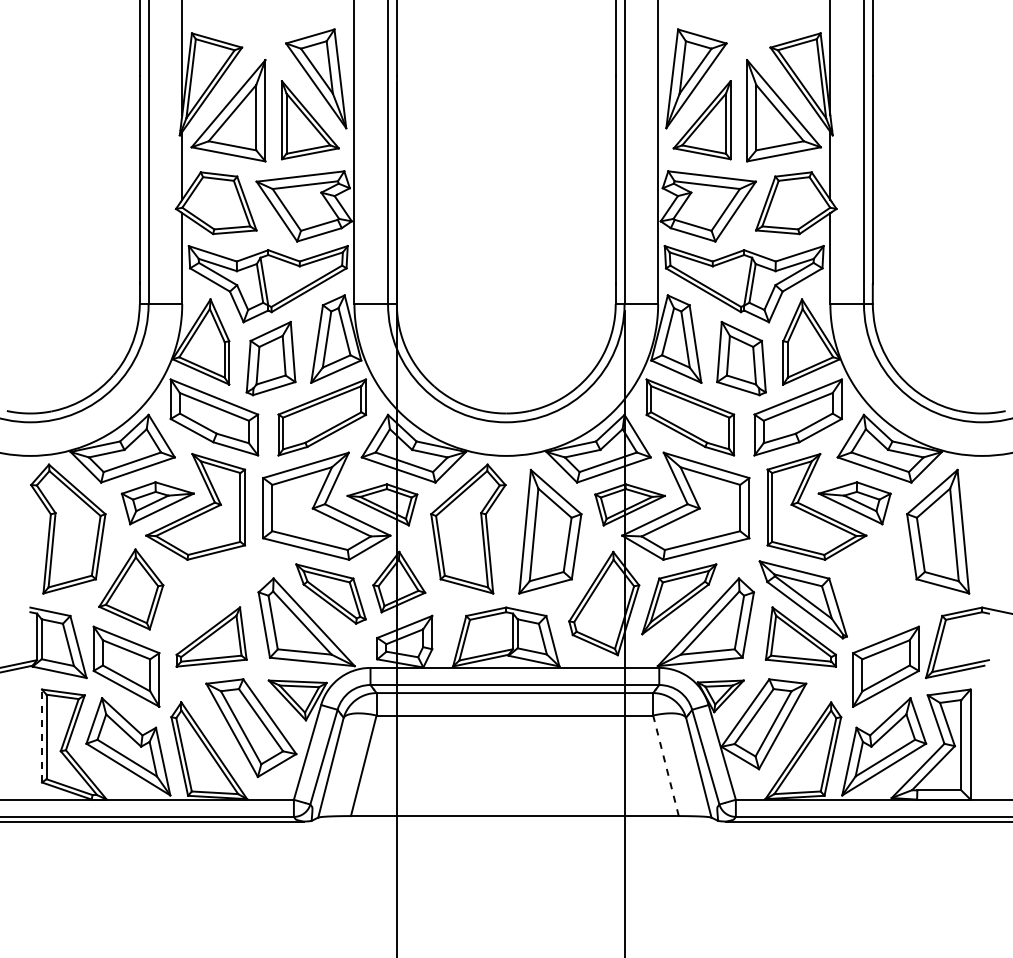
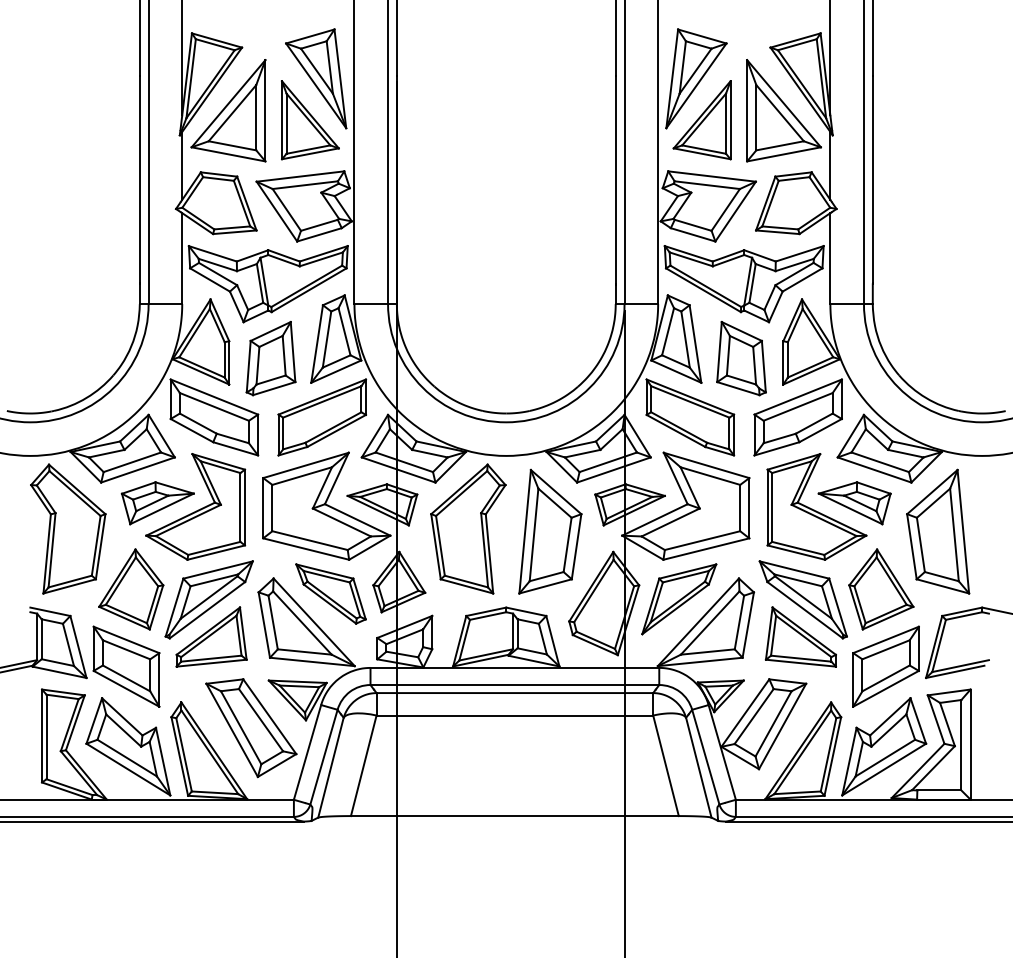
part at (881, 589): none -> present
part at (208, 599): none -> present
line at (42, 735): dashed -> solid
line at (666, 765): dashed -> solid
